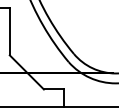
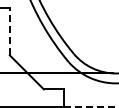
line at (9, 31): solid -> dashed
line at (91, 106): solid -> dashed
